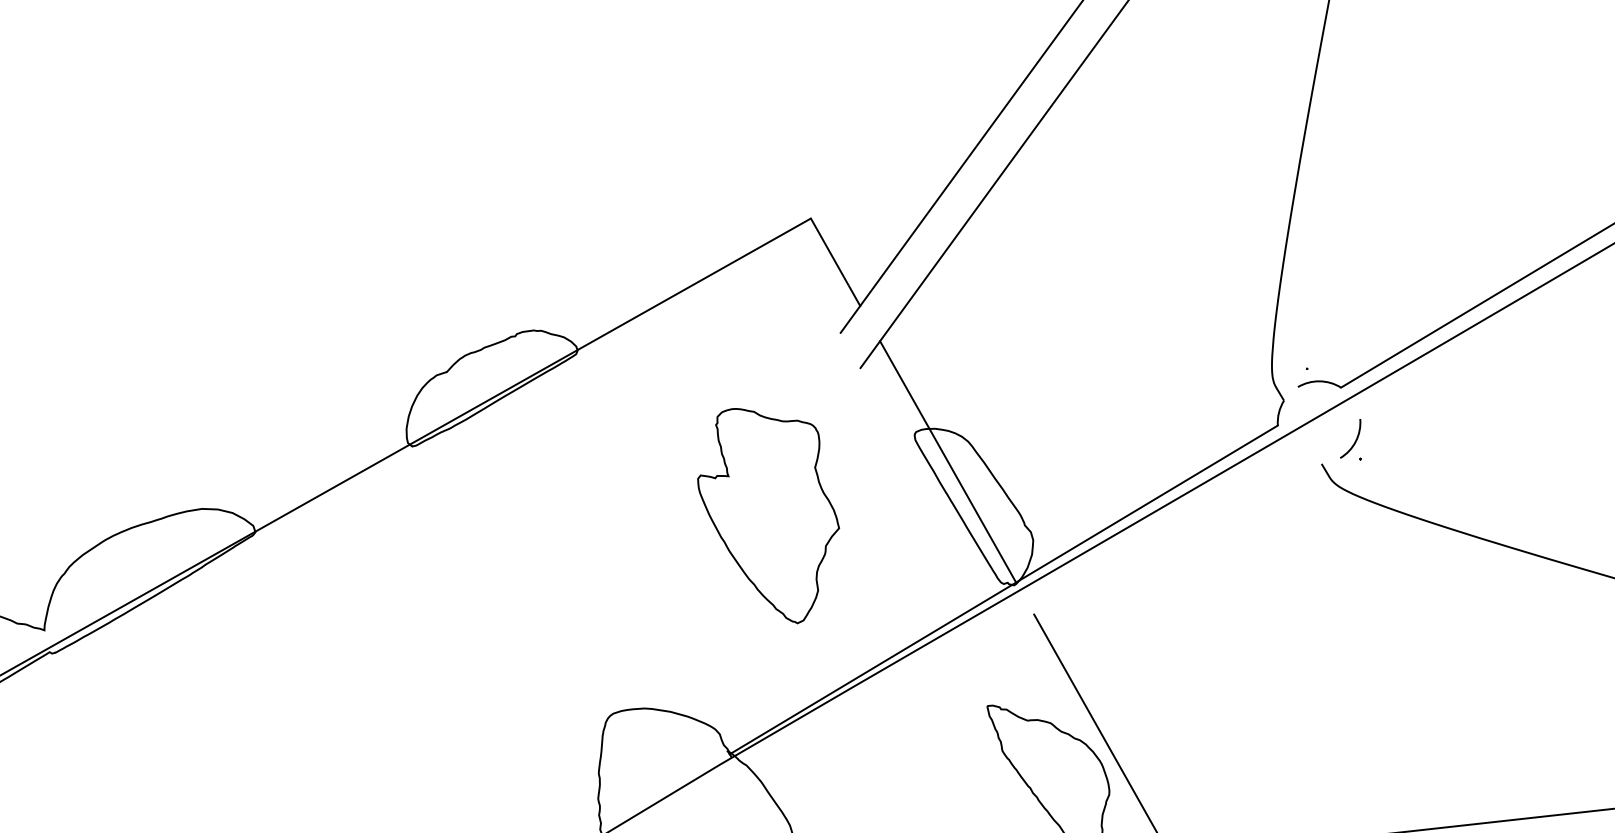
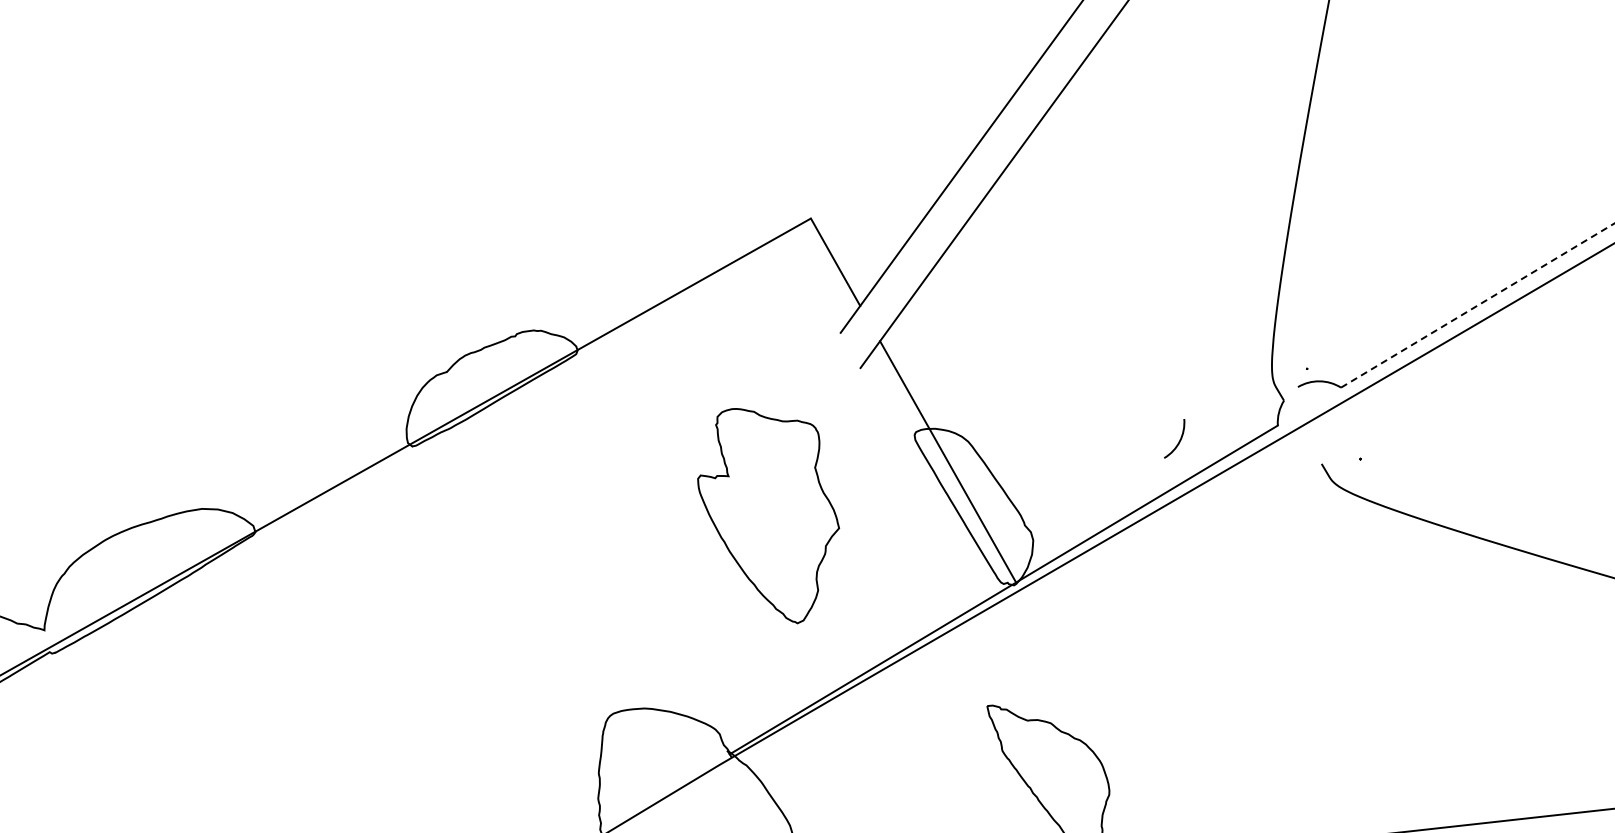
line at (1478, 305): solid -> dashed
arc at (1354, 441) position: (1354, 441) -> (1178, 441)
line at (1094, 721): present -> none
